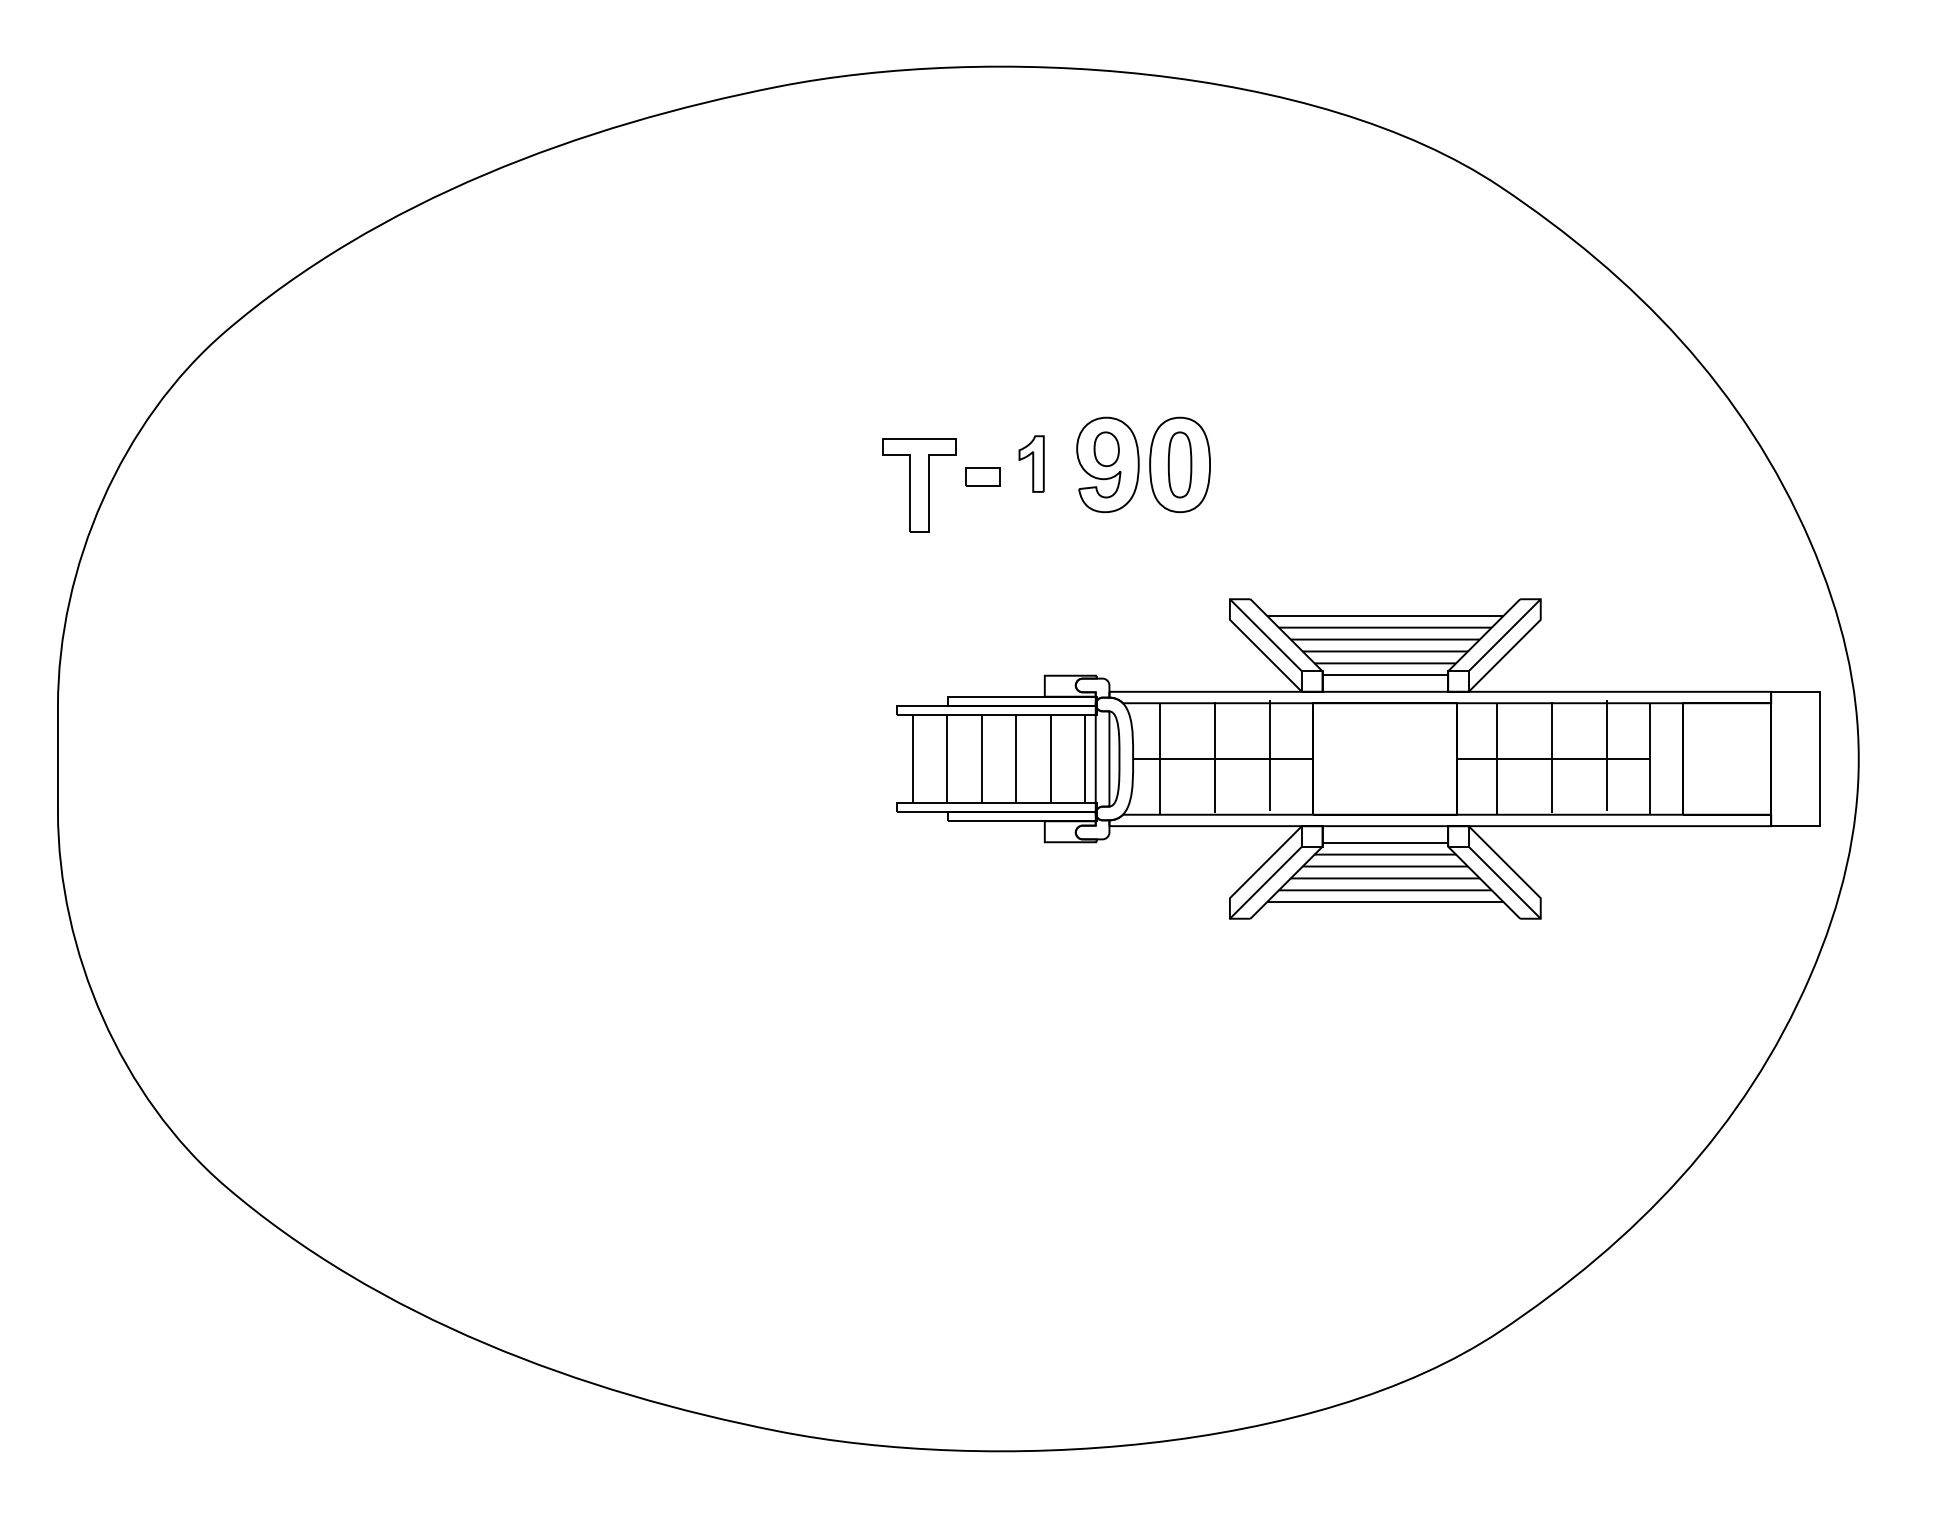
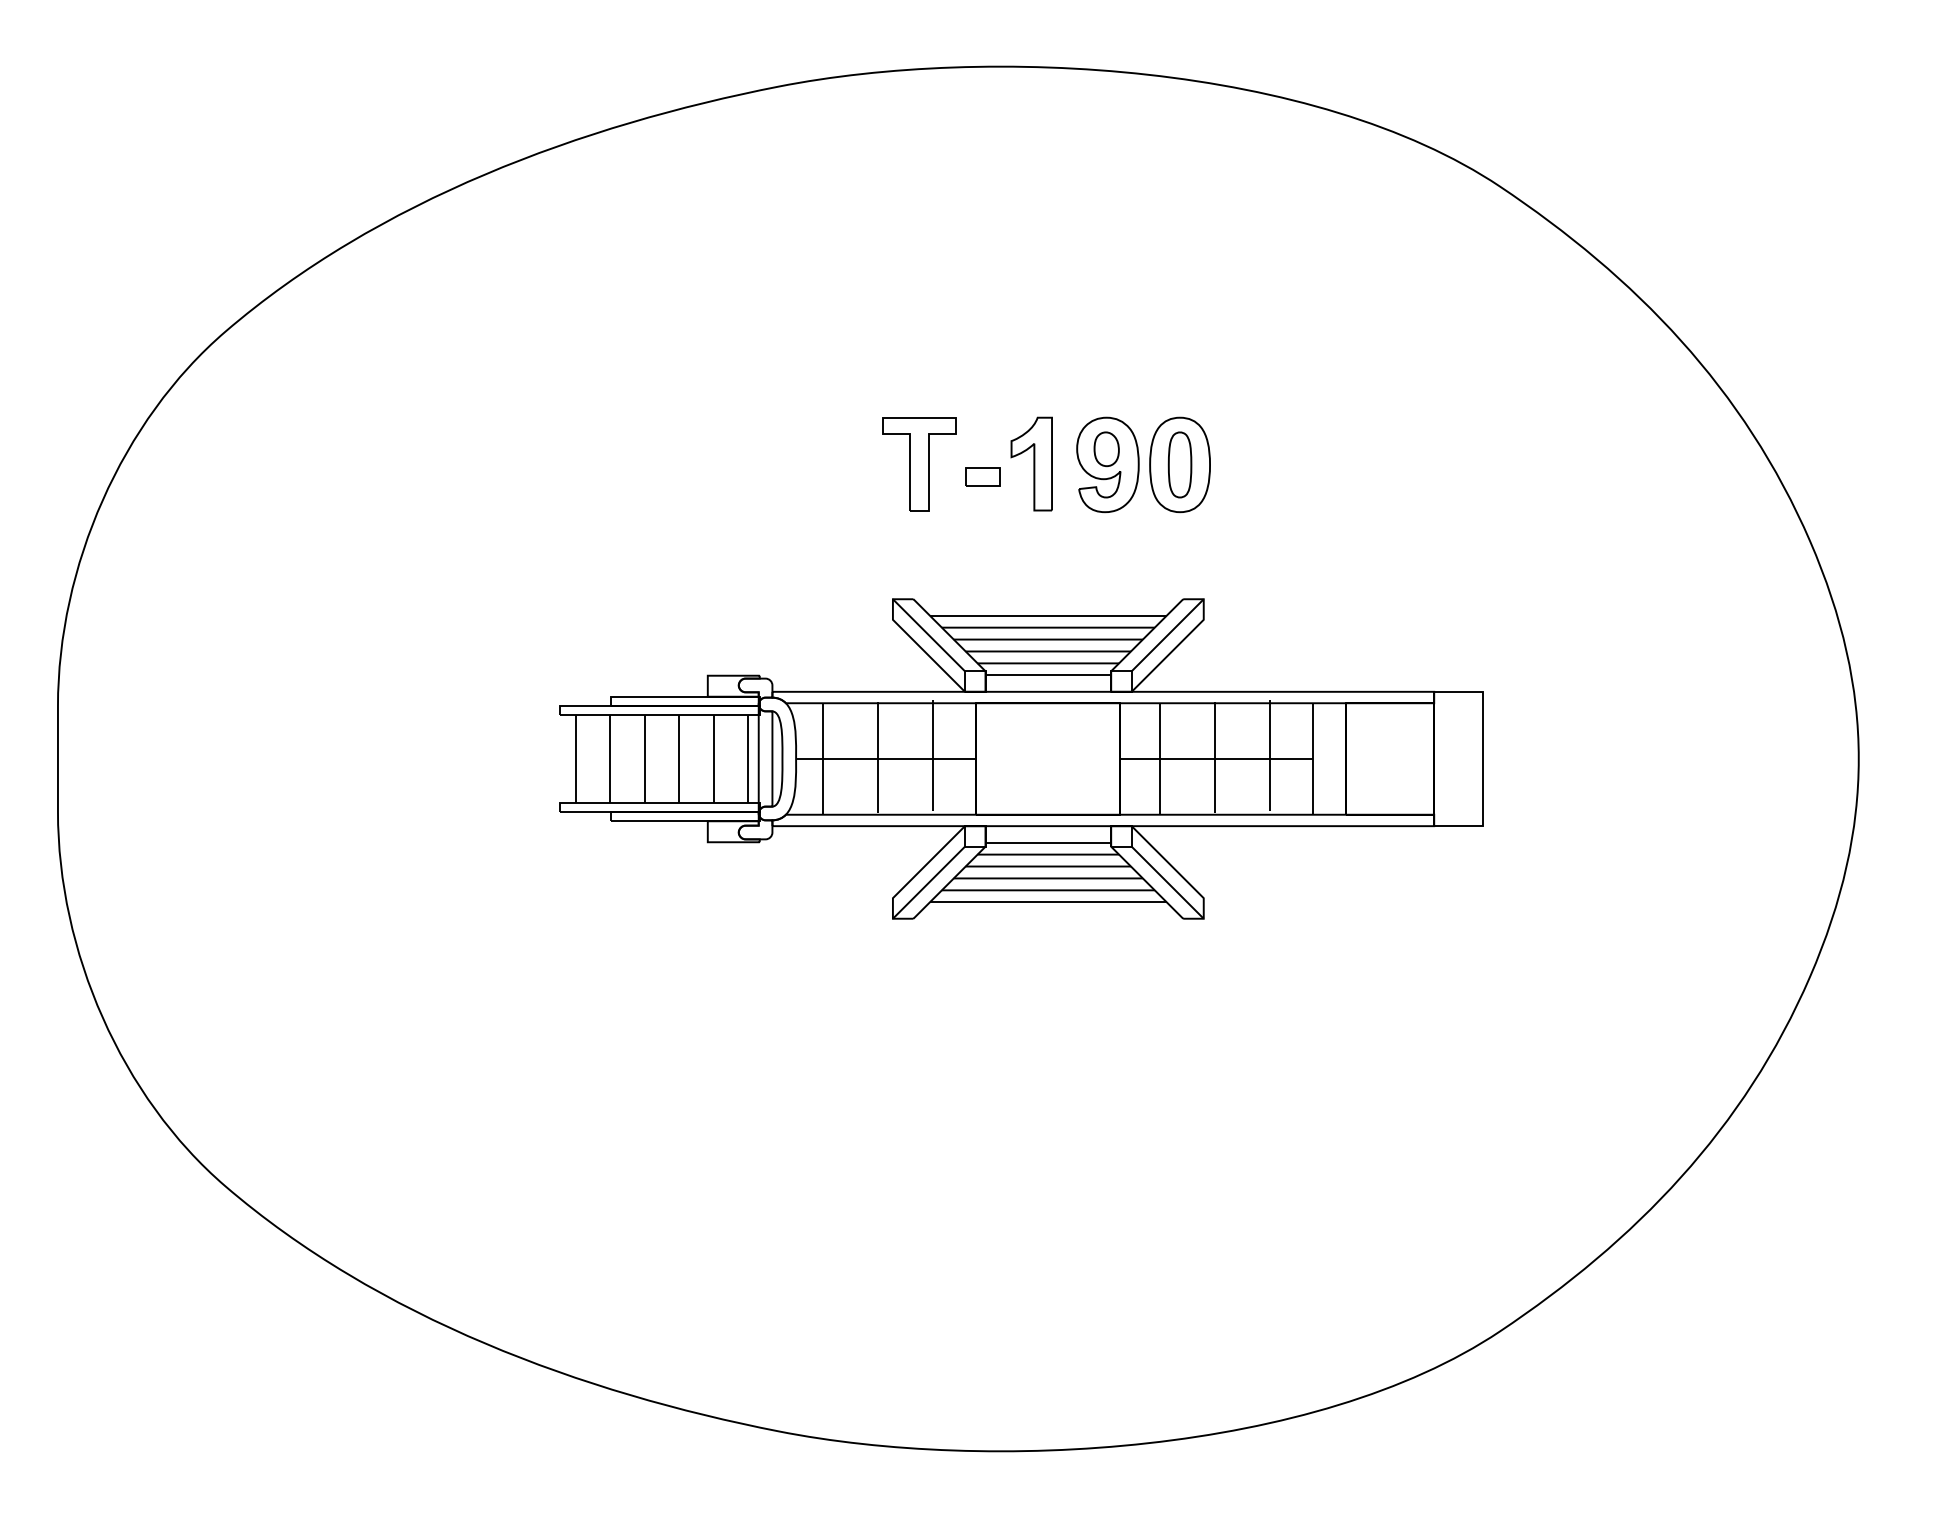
part at (1031, 463) size: 27x58 px -> 43x96 px
part at (919, 485) position: (919, 485) -> (919, 464)
part at (1358, 758) position: (1358, 758) -> (1021, 758)
